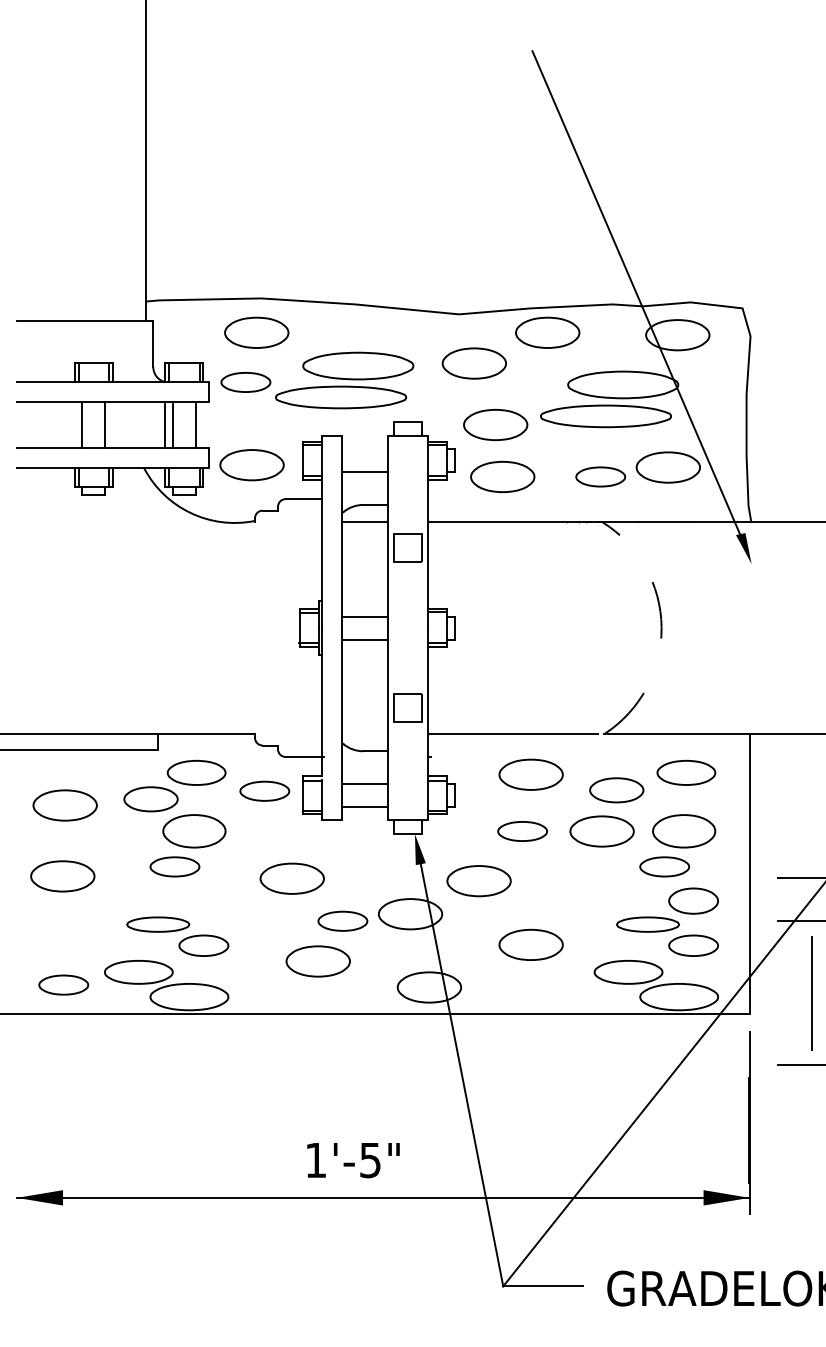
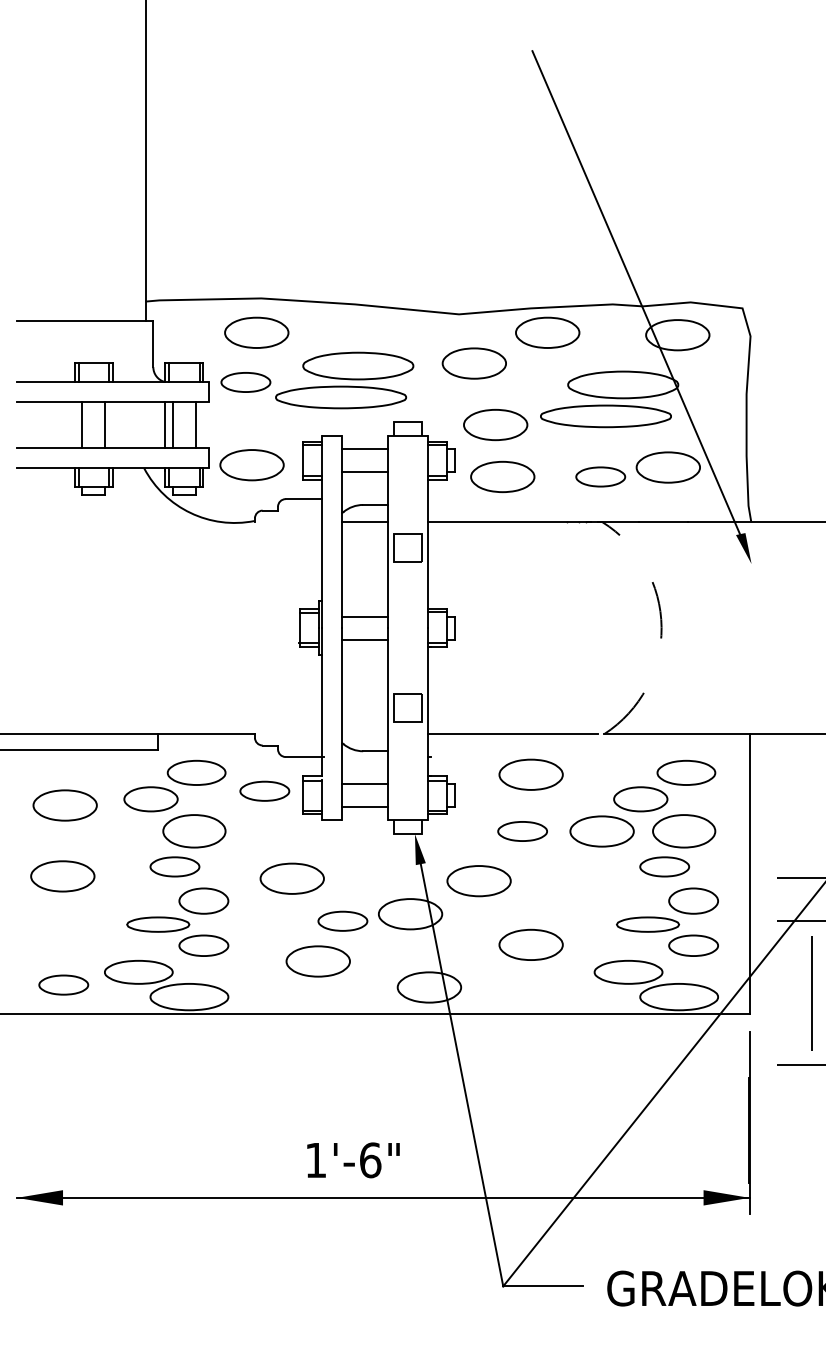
line at (365, 449): none -> present
part at (616, 790) position: (616, 790) -> (640, 799)
part at (203, 900): none -> present
text at (370, 1160): 1'-5" -> 1'-6"
